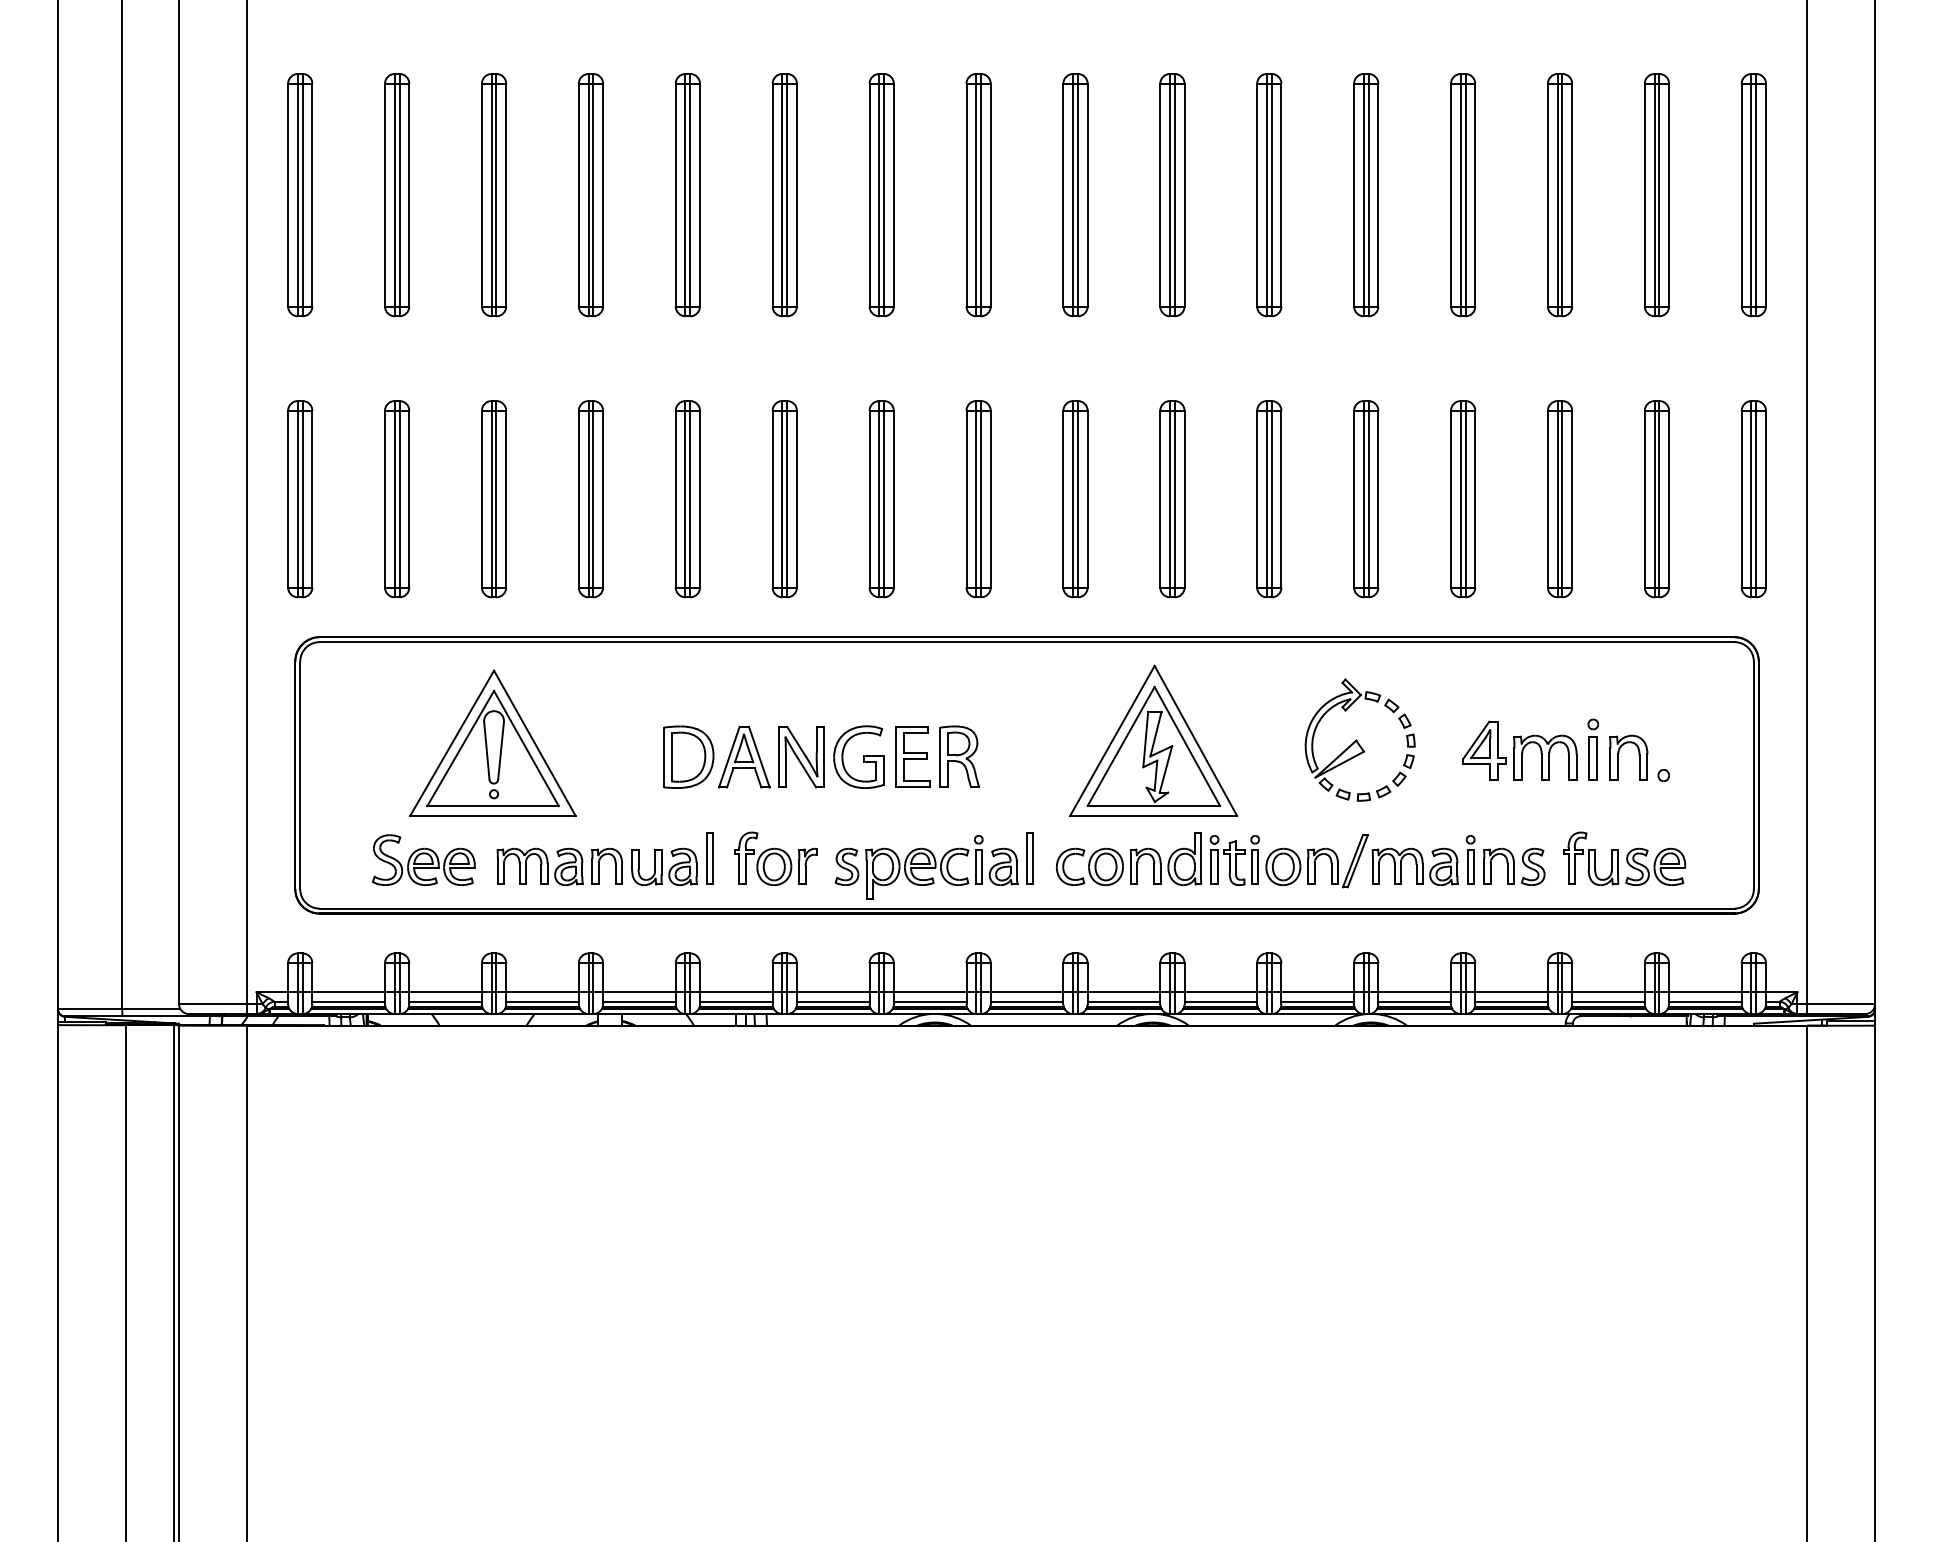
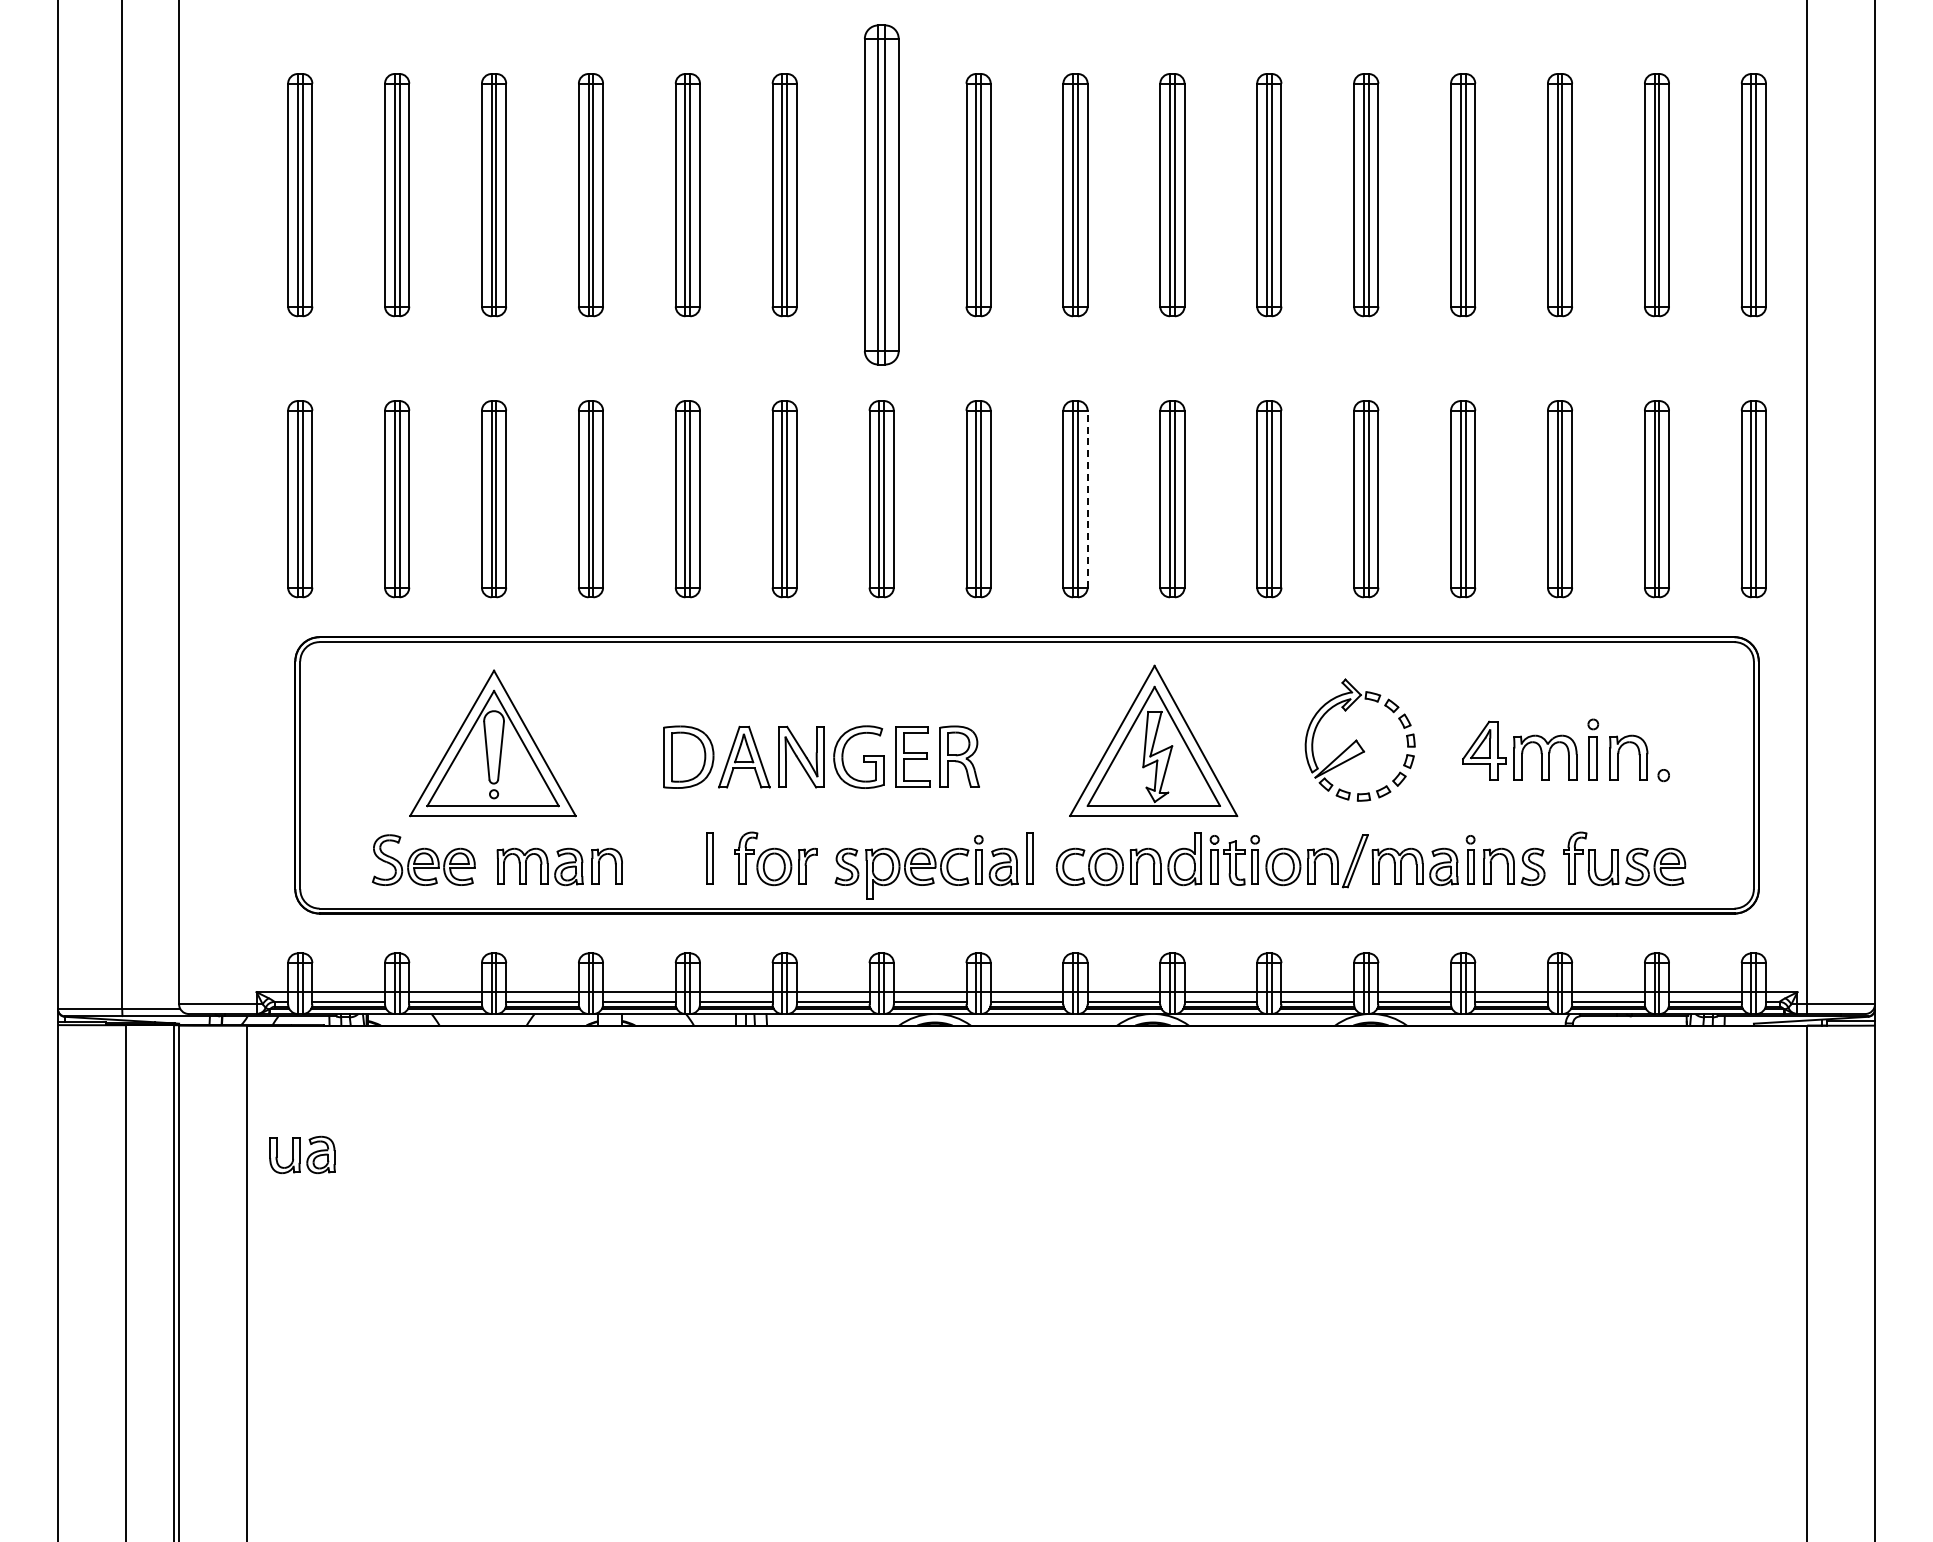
part at (881, 195) size: 27x245 px -> 36x342 px
line at (1087, 498): solid -> dashed
line at (246, 508): present -> none
part at (664, 866) position: (664, 866) -> (302, 1154)
